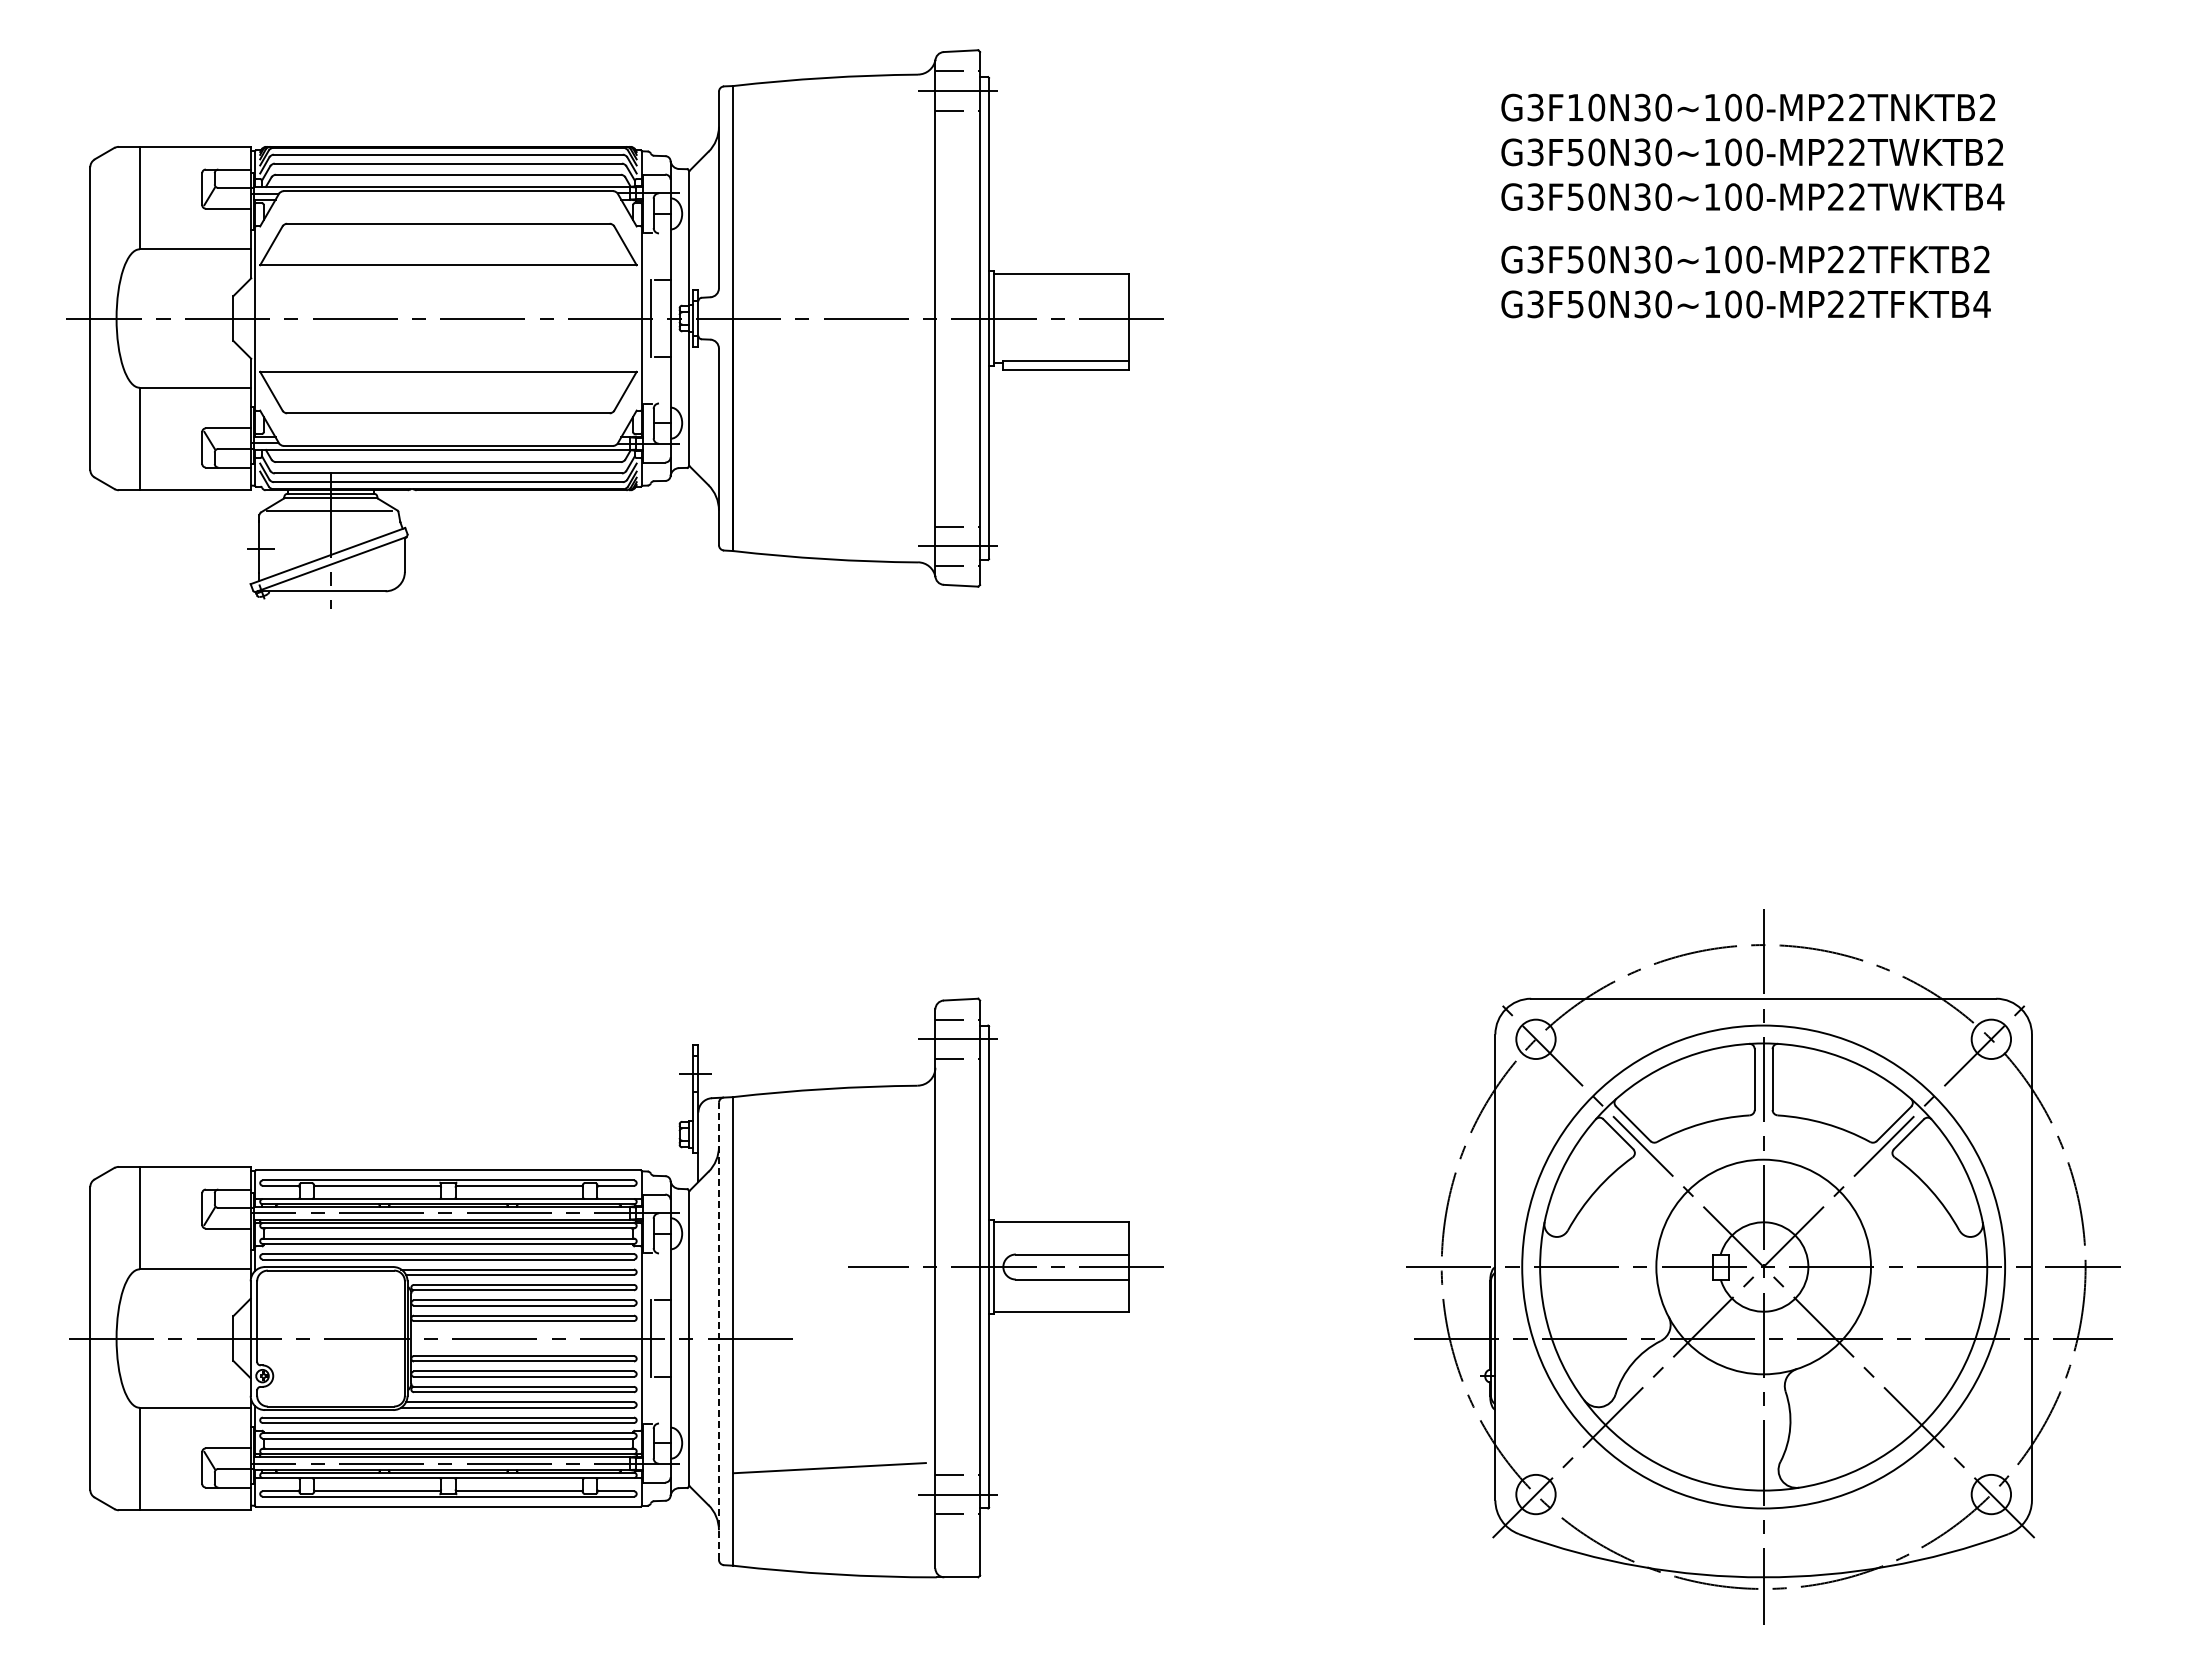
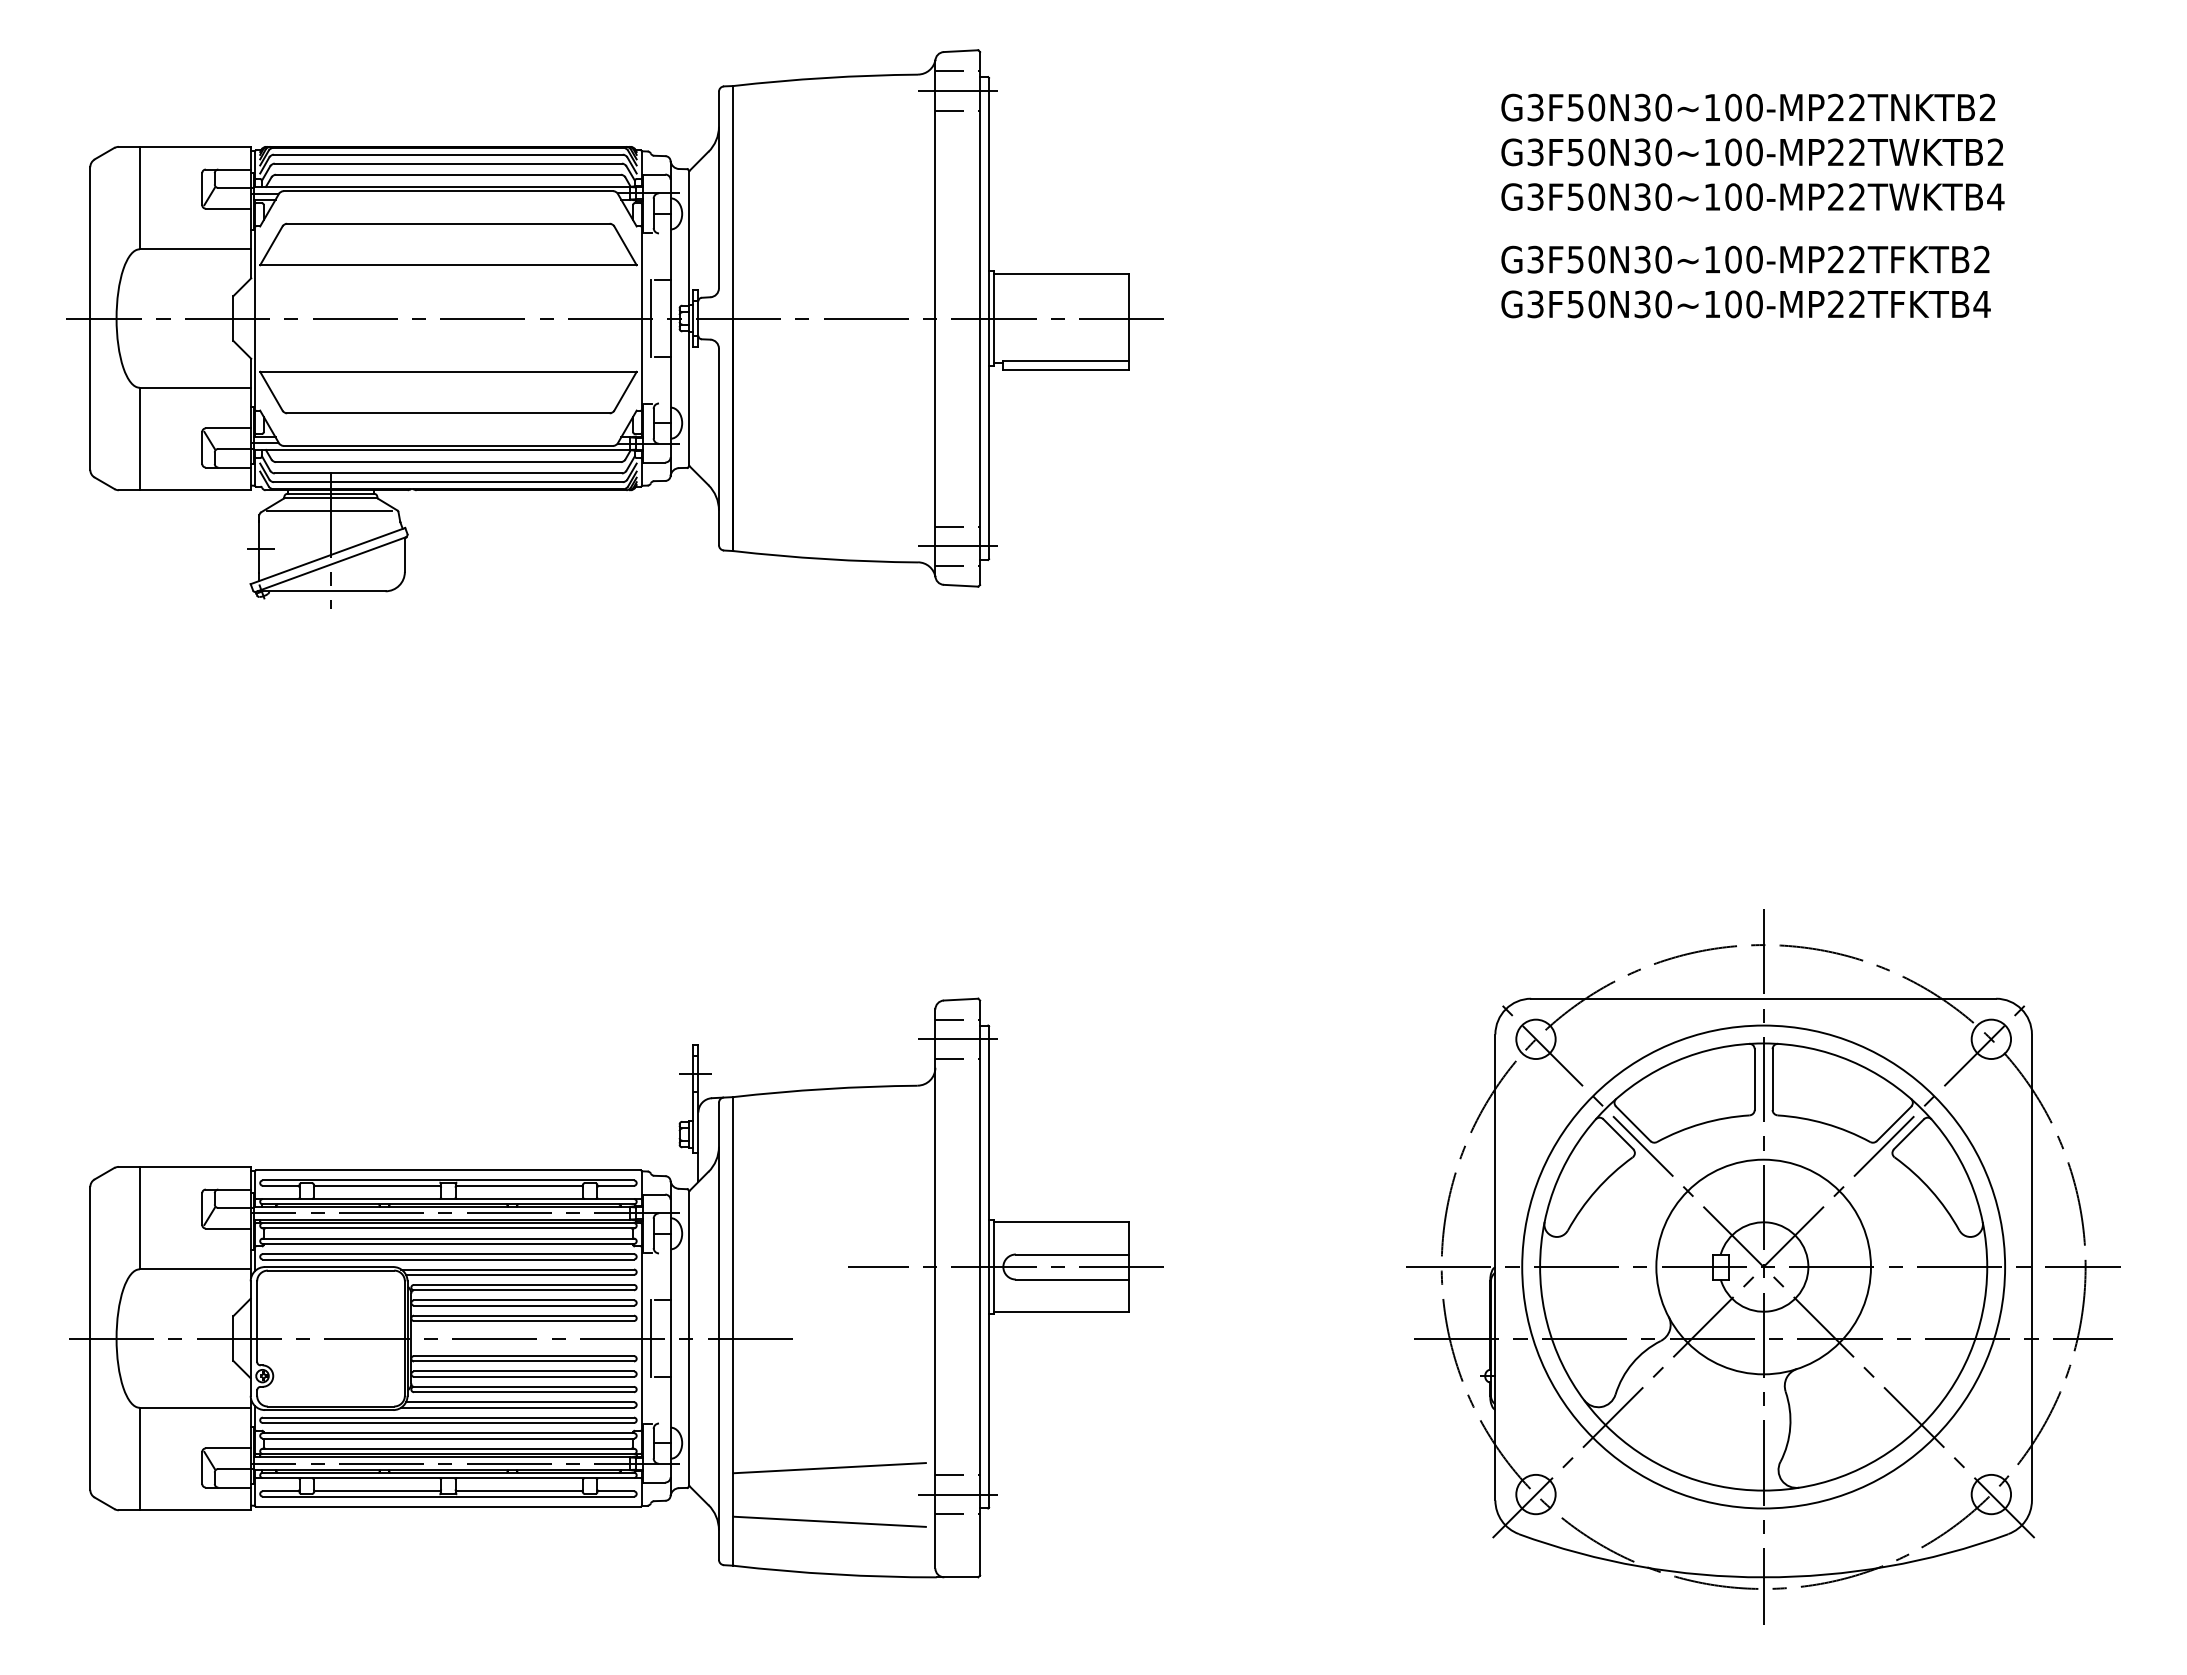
text at (1575, 107): G3F10N30~100-MP22TNKTB2 -> G3F50N30~100-MP22TNKTB2
line at (718, 1330): dashed -> solid
line at (829, 1521): none -> present
